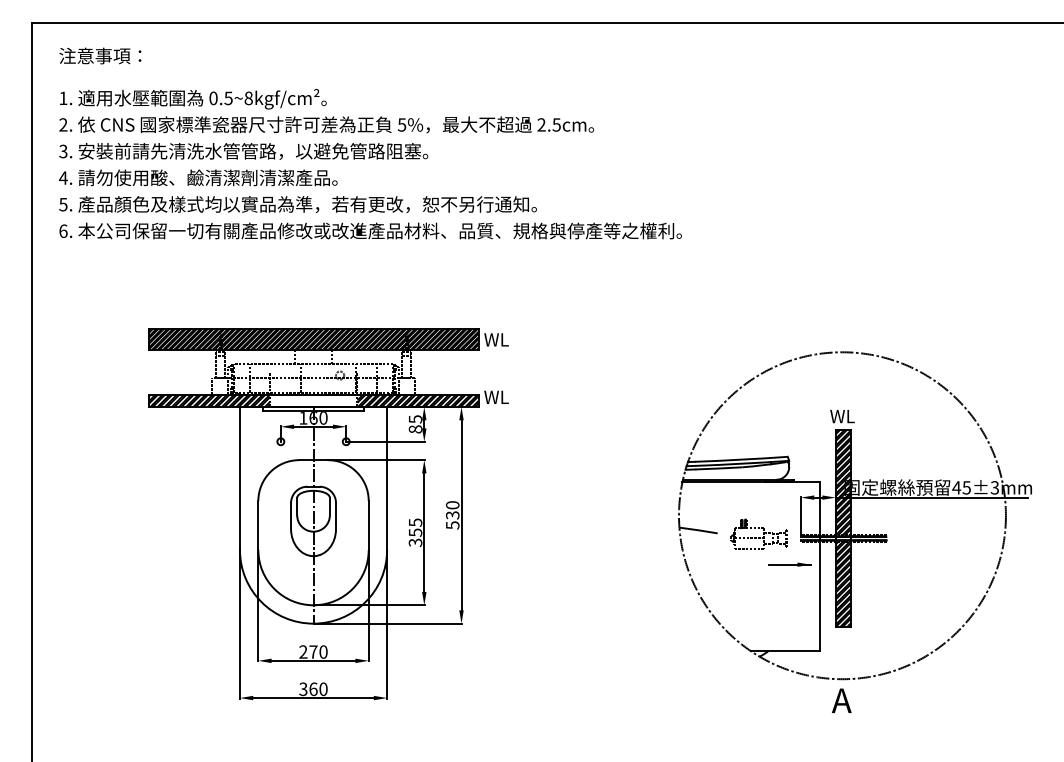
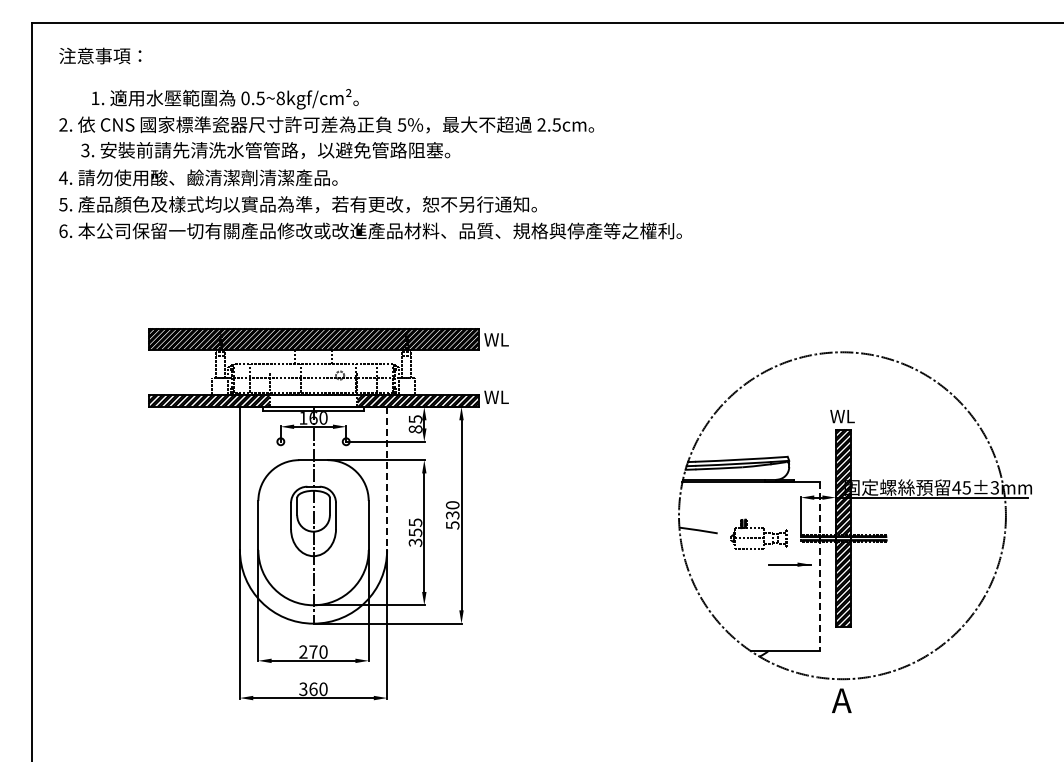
text at (193, 99) position: (193, 99) -> (225, 99)
text at (243, 151) position: (243, 151) -> (265, 150)
line at (387, 478): solid -> dashed
line at (819, 567): solid -> dashed
